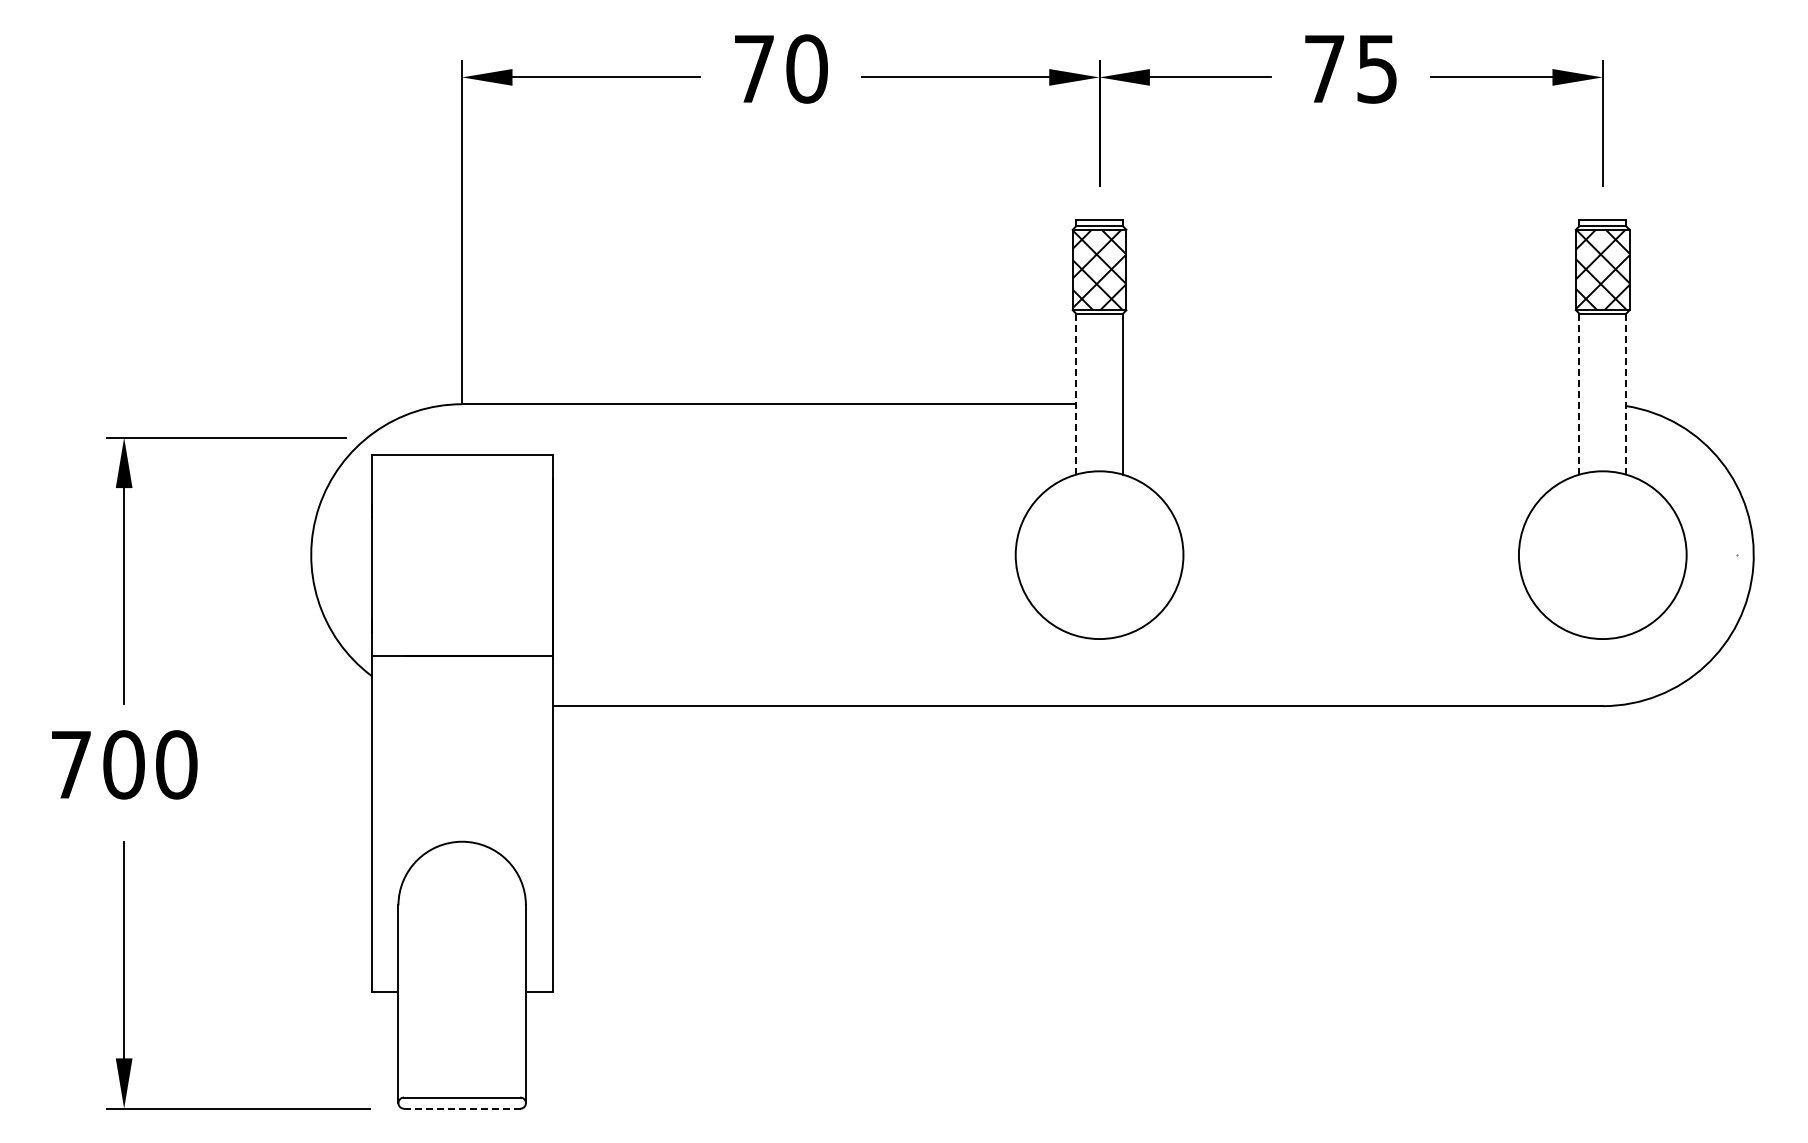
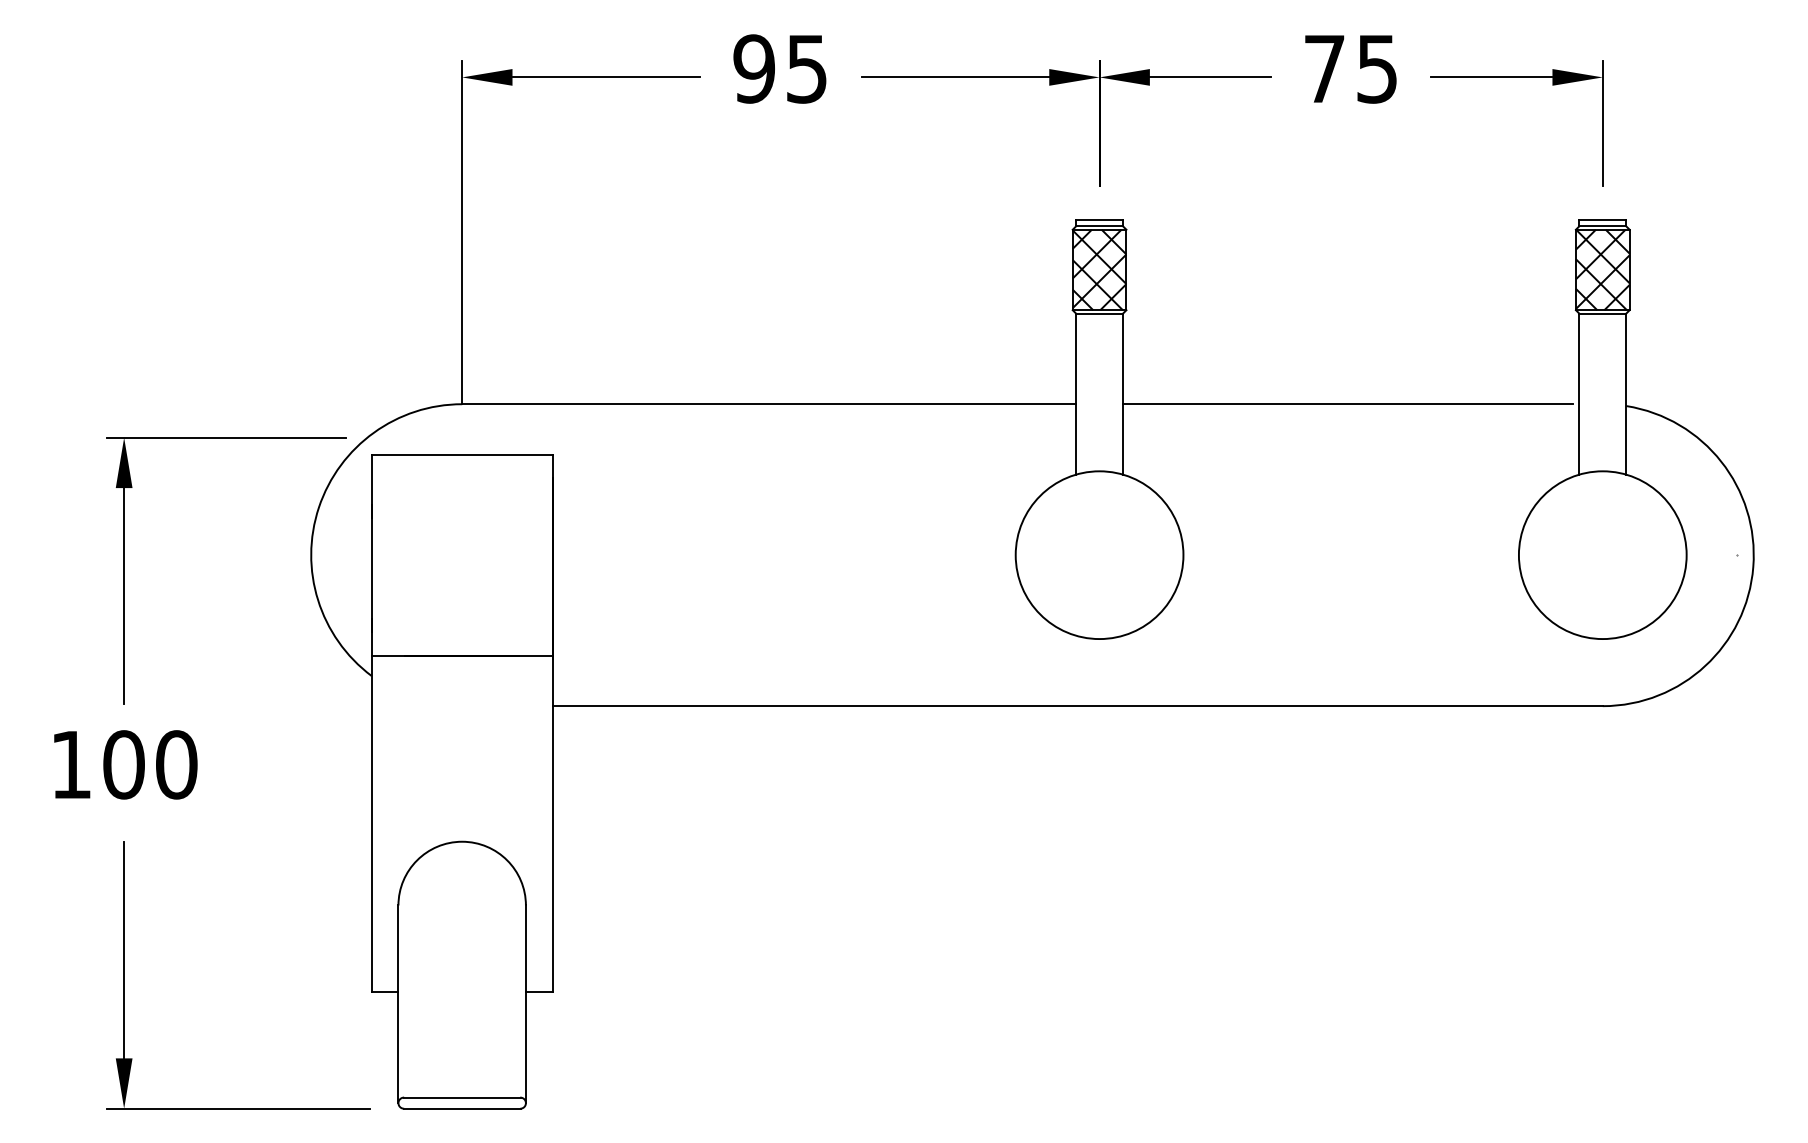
text at (780, 68): 70 -> 95
line at (1076, 394): dashed -> solid
line at (1579, 394): dashed -> solid
line at (1626, 394): dashed -> solid
line at (1347, 404): none -> present
text at (71, 764): 700 -> 100
line at (461, 1108): dashed -> solid
